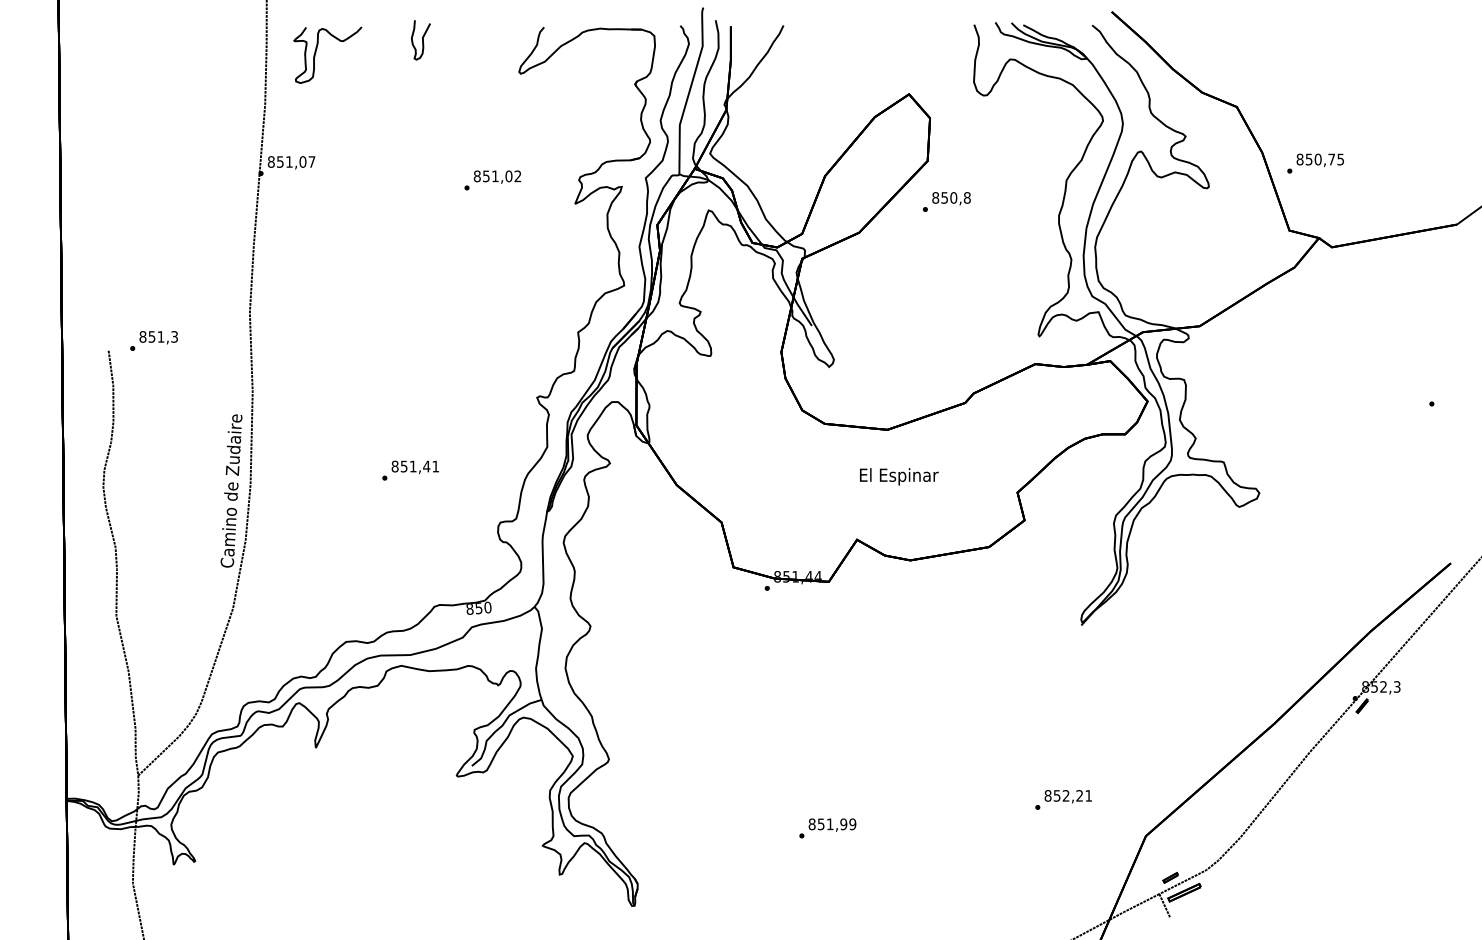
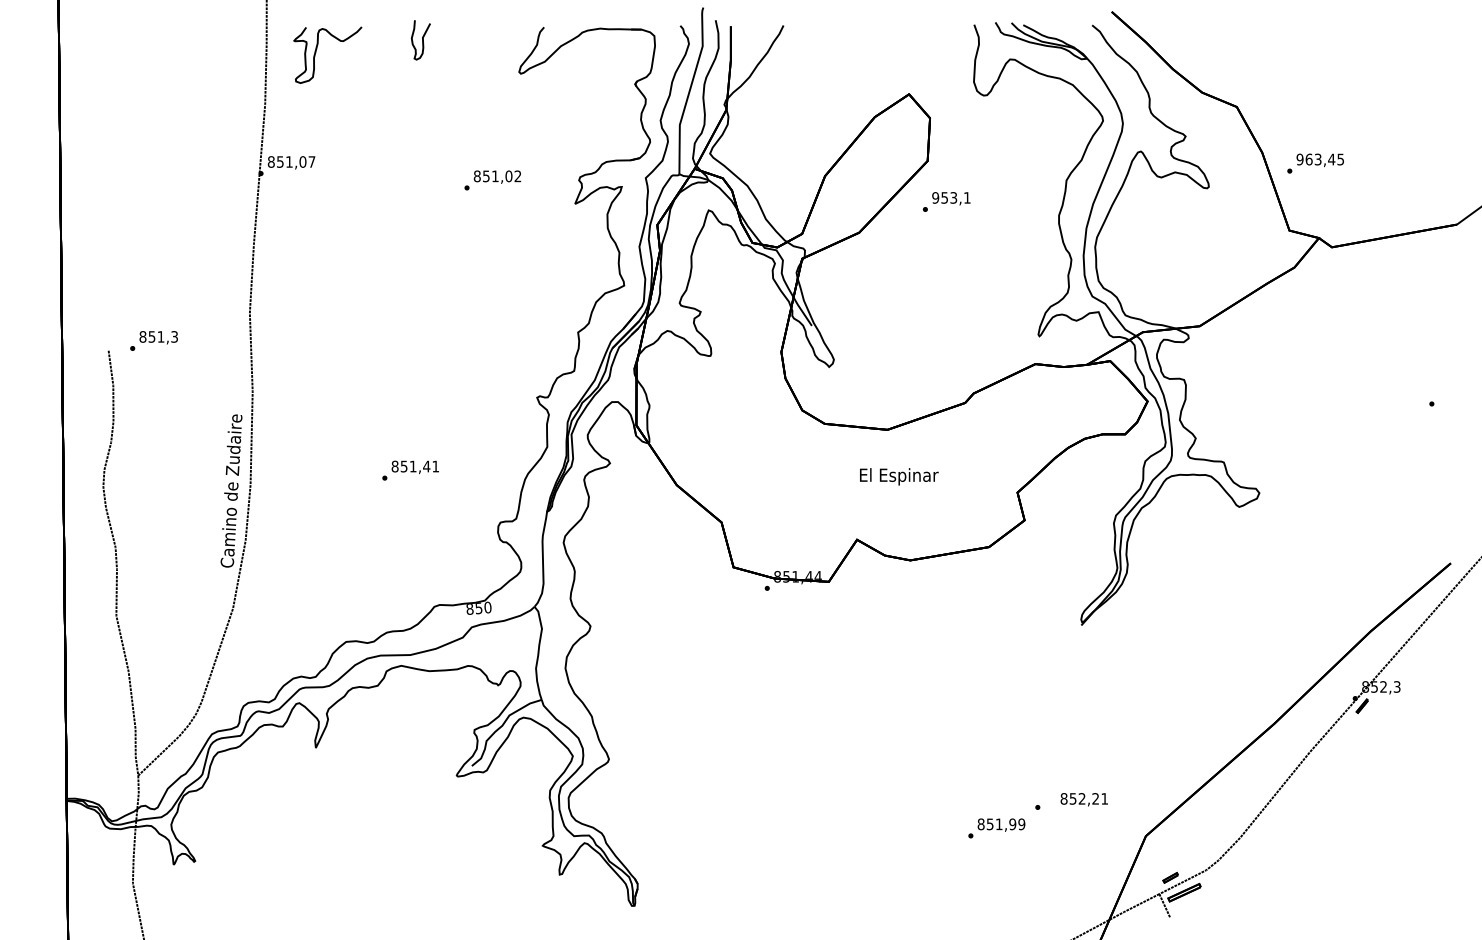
text at (1315, 159): 850,75 -> 963,45
text at (951, 197): 850,8 -> 953,1
text at (1067, 796) position: (1067, 796) -> (1083, 799)
text at (827, 828) position: (827, 828) -> (996, 828)
